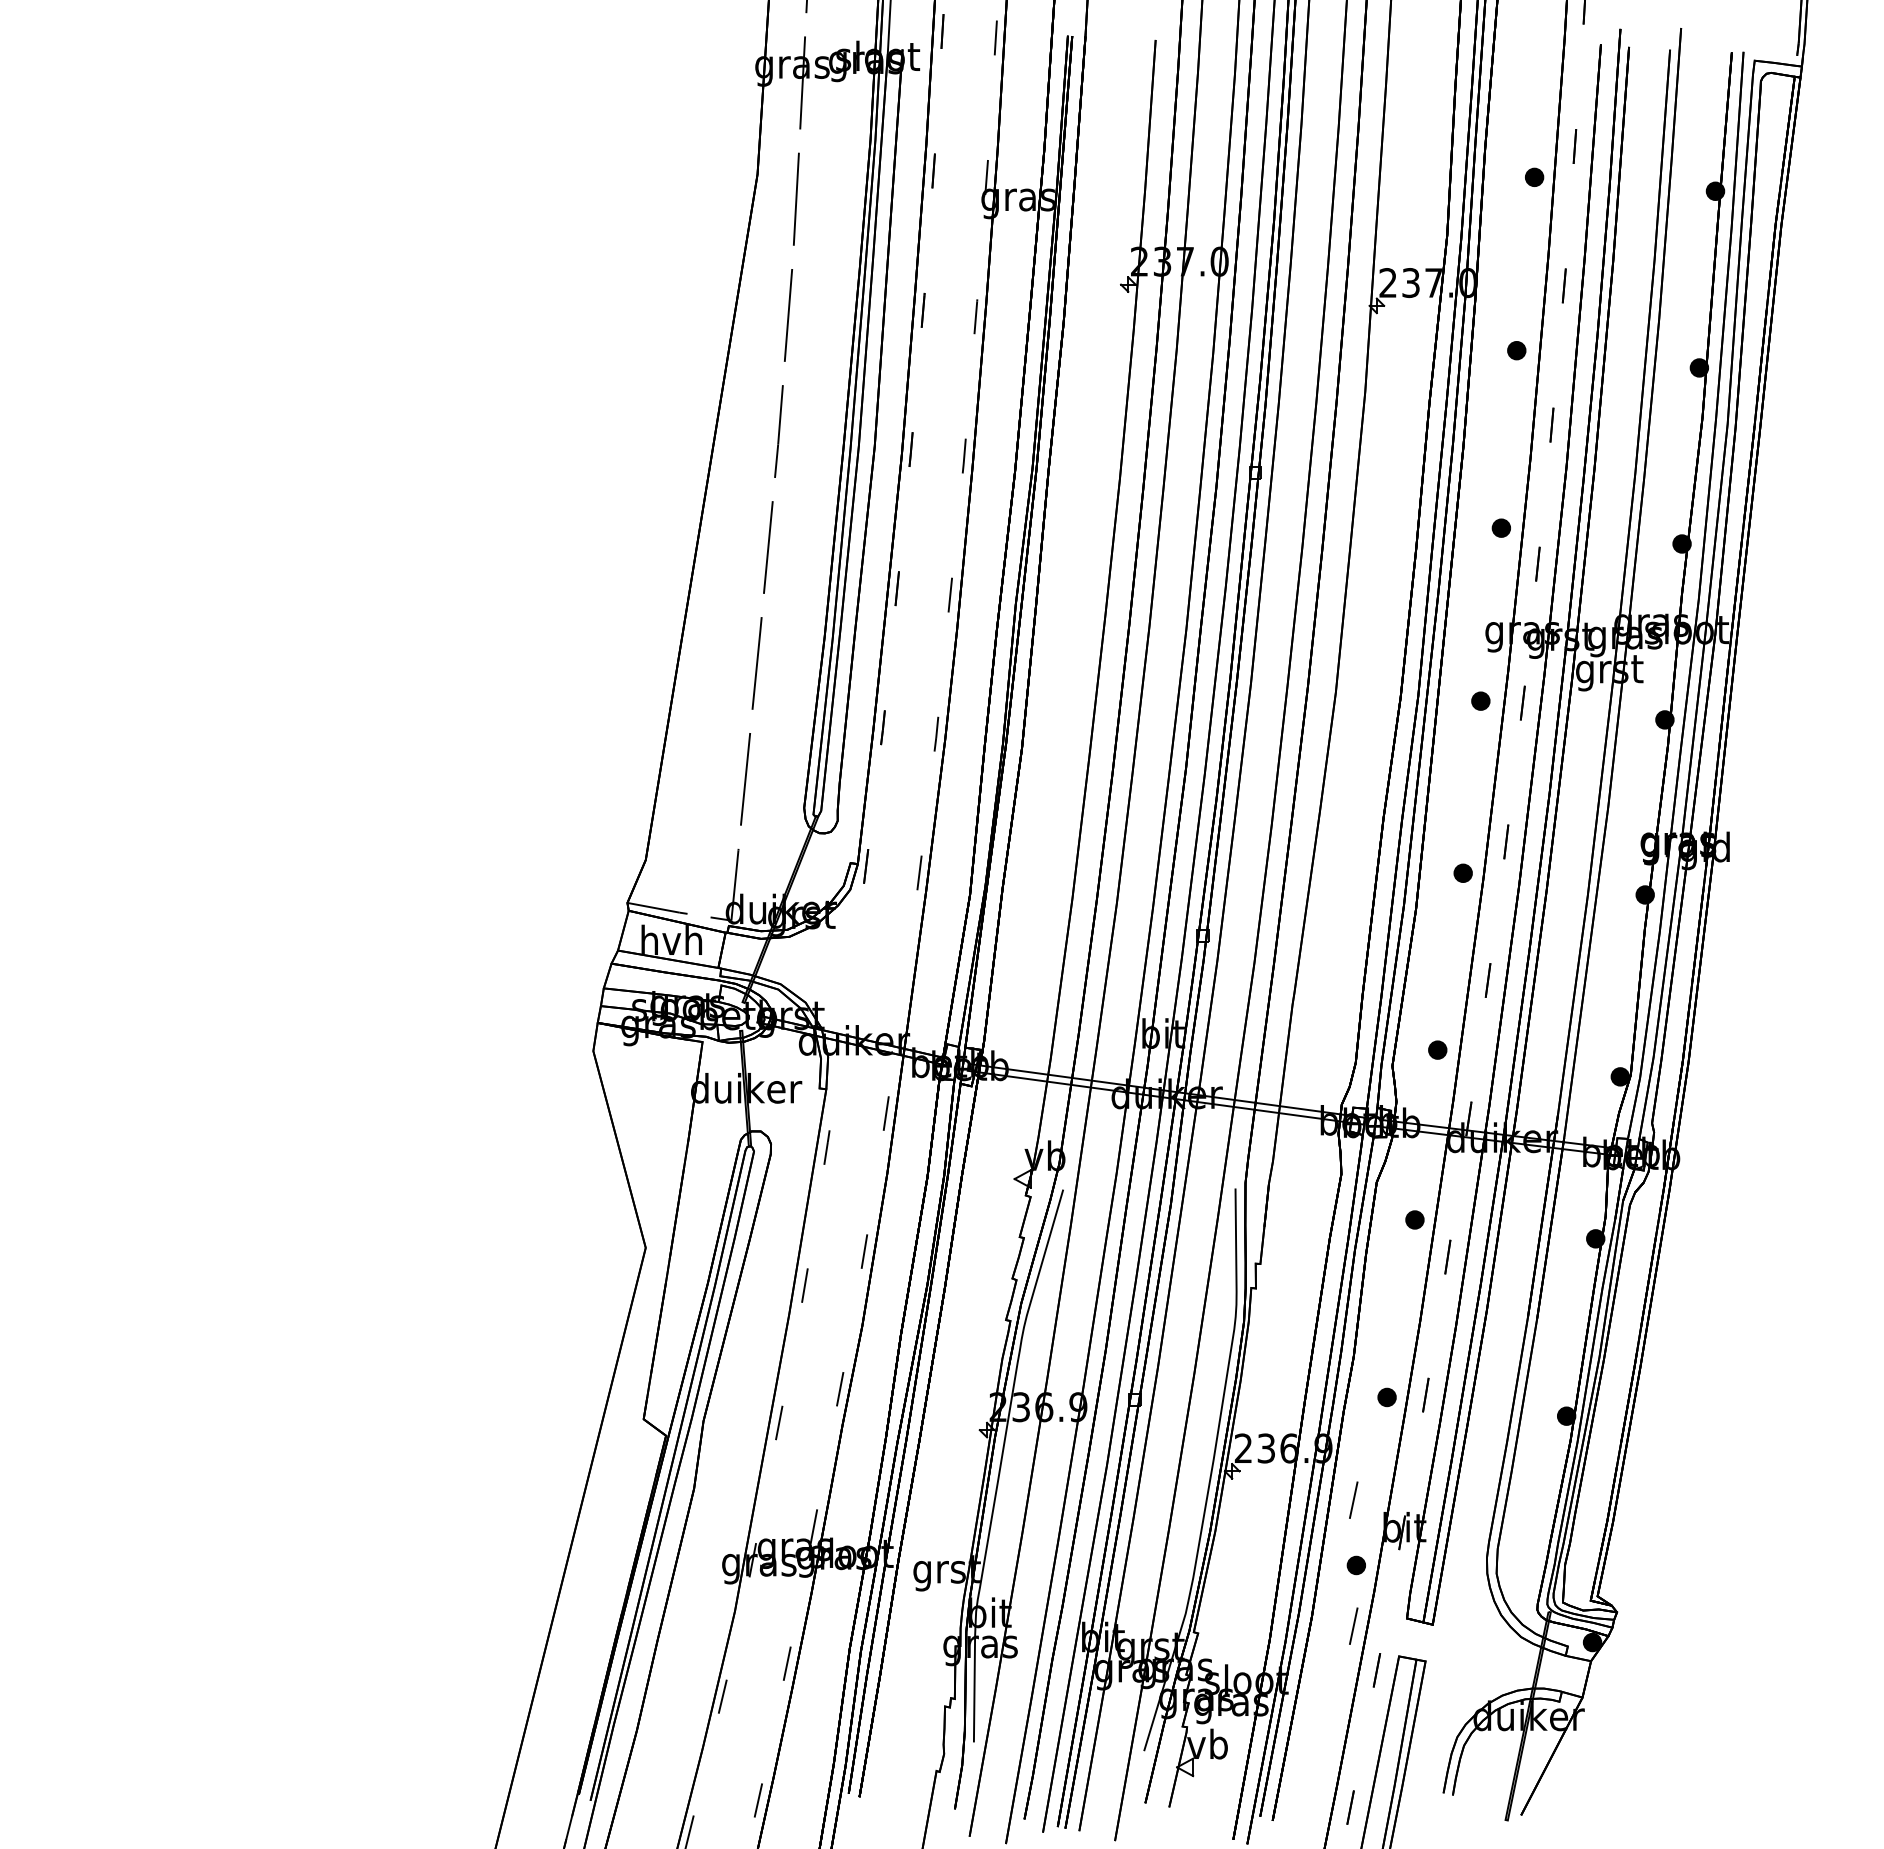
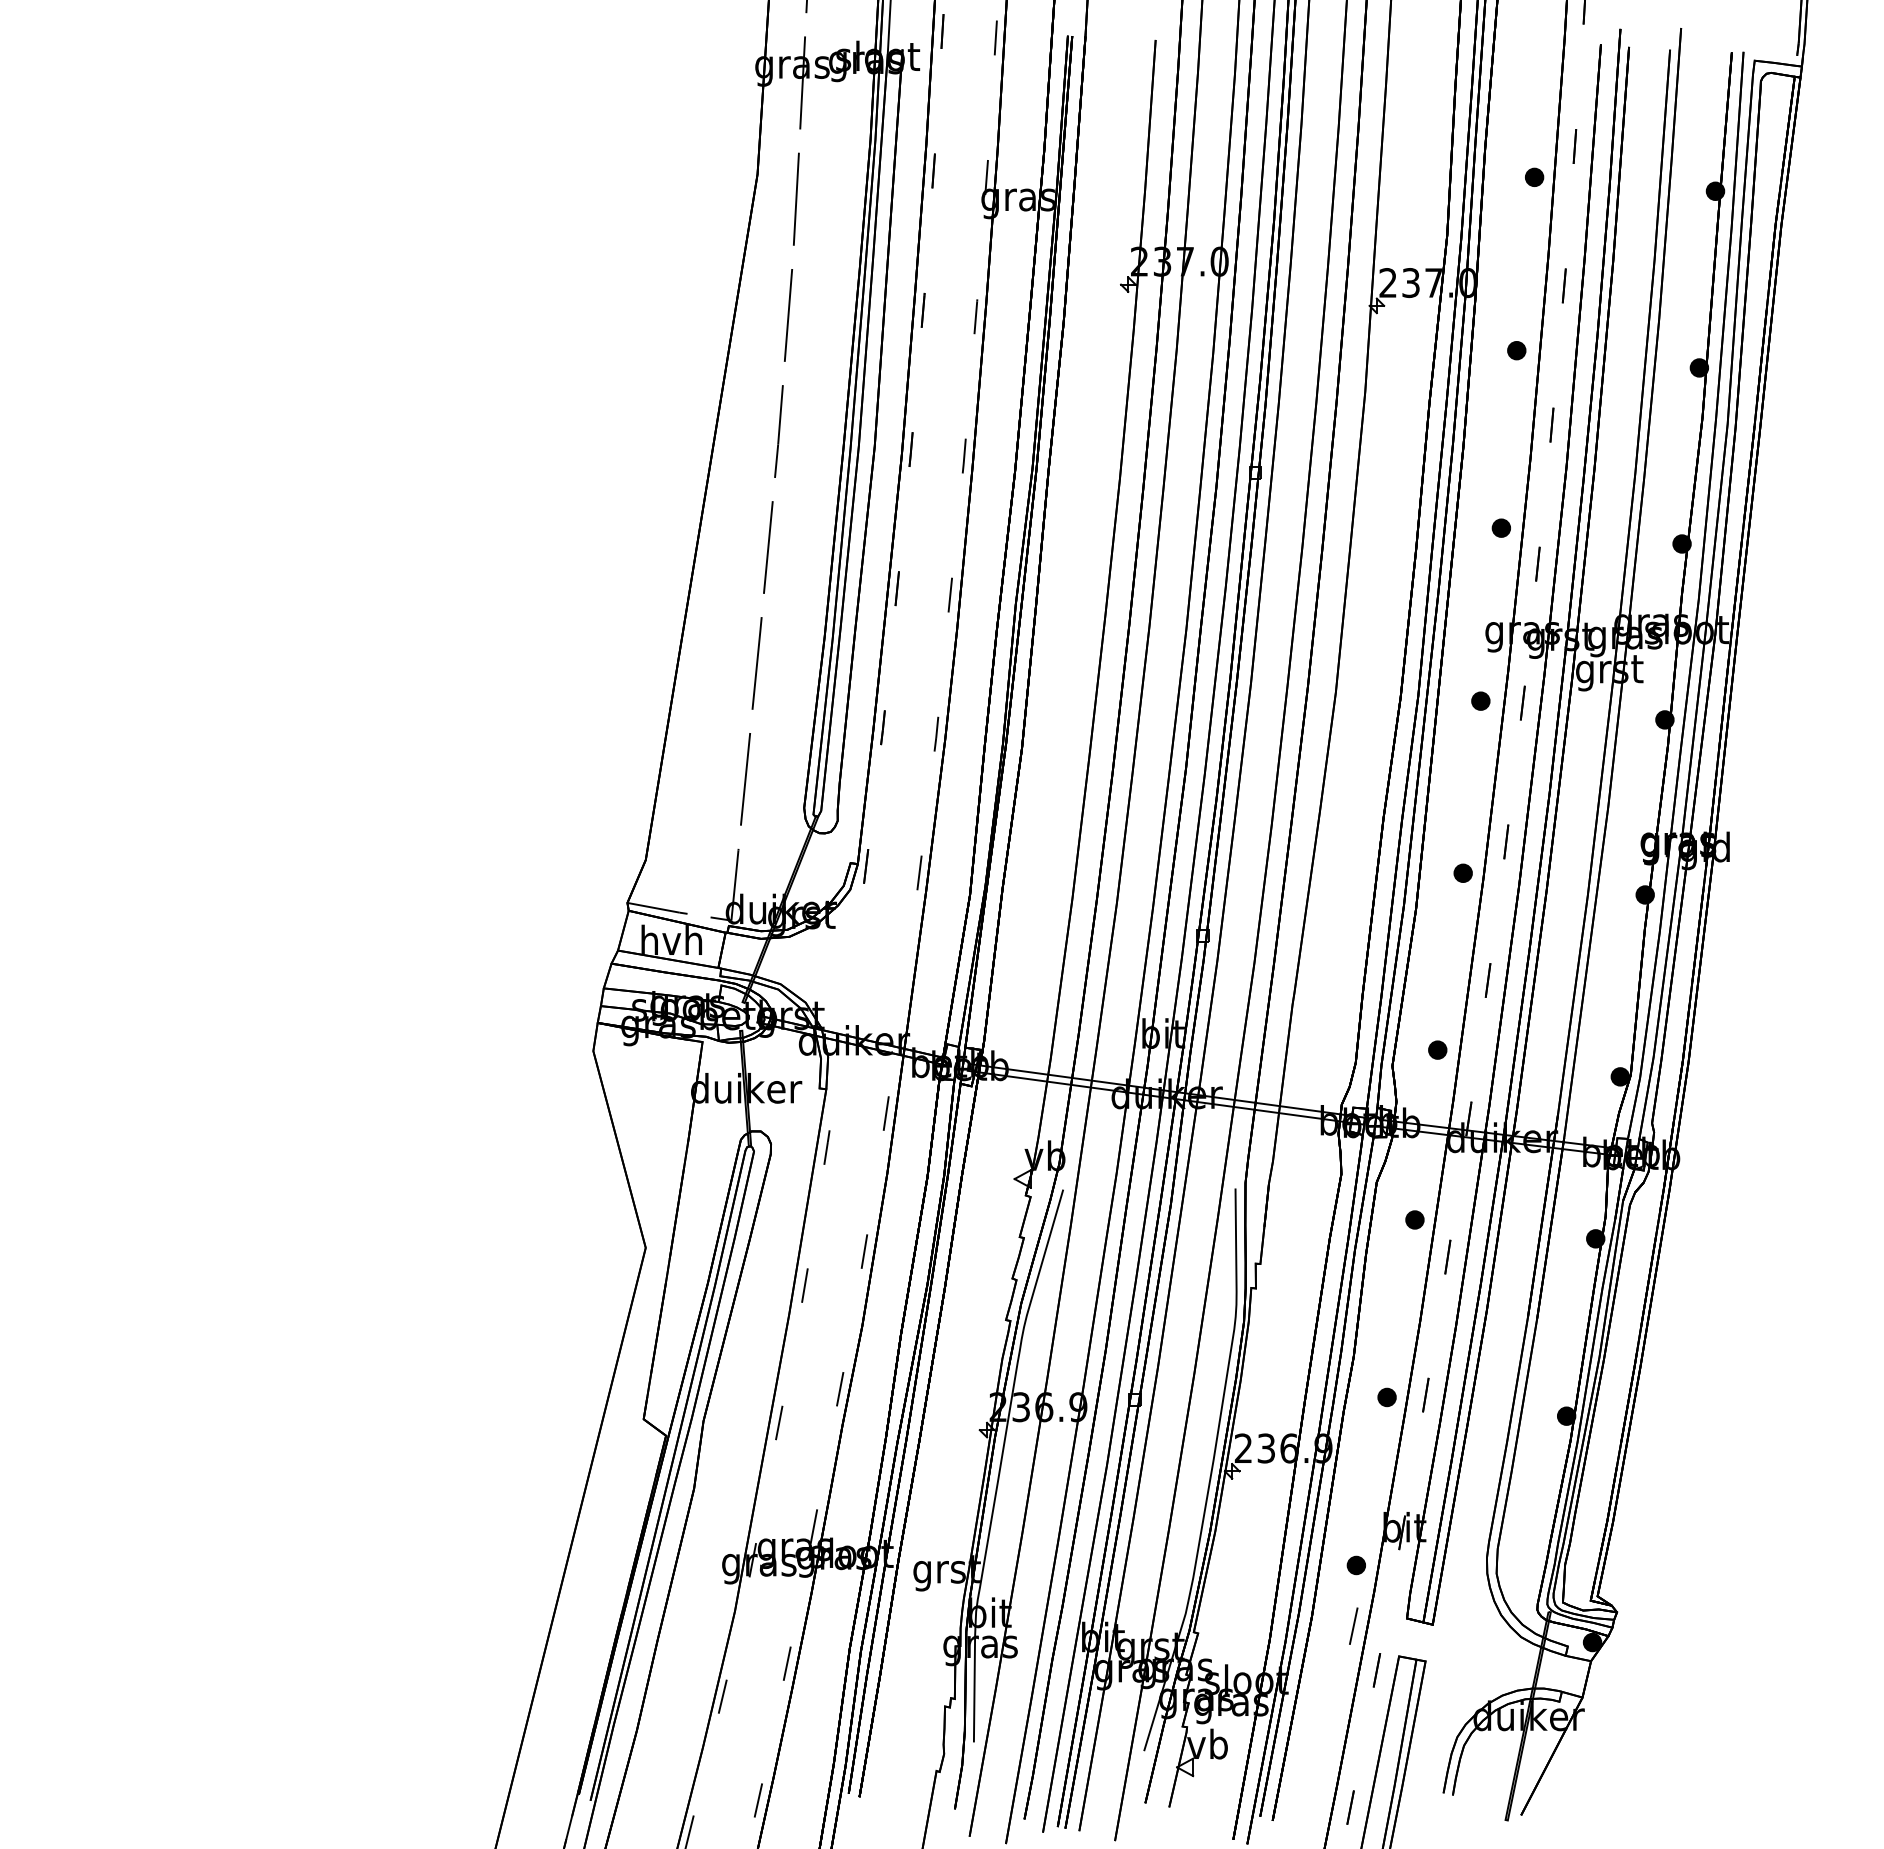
line at (1353, 1499): present -> none
